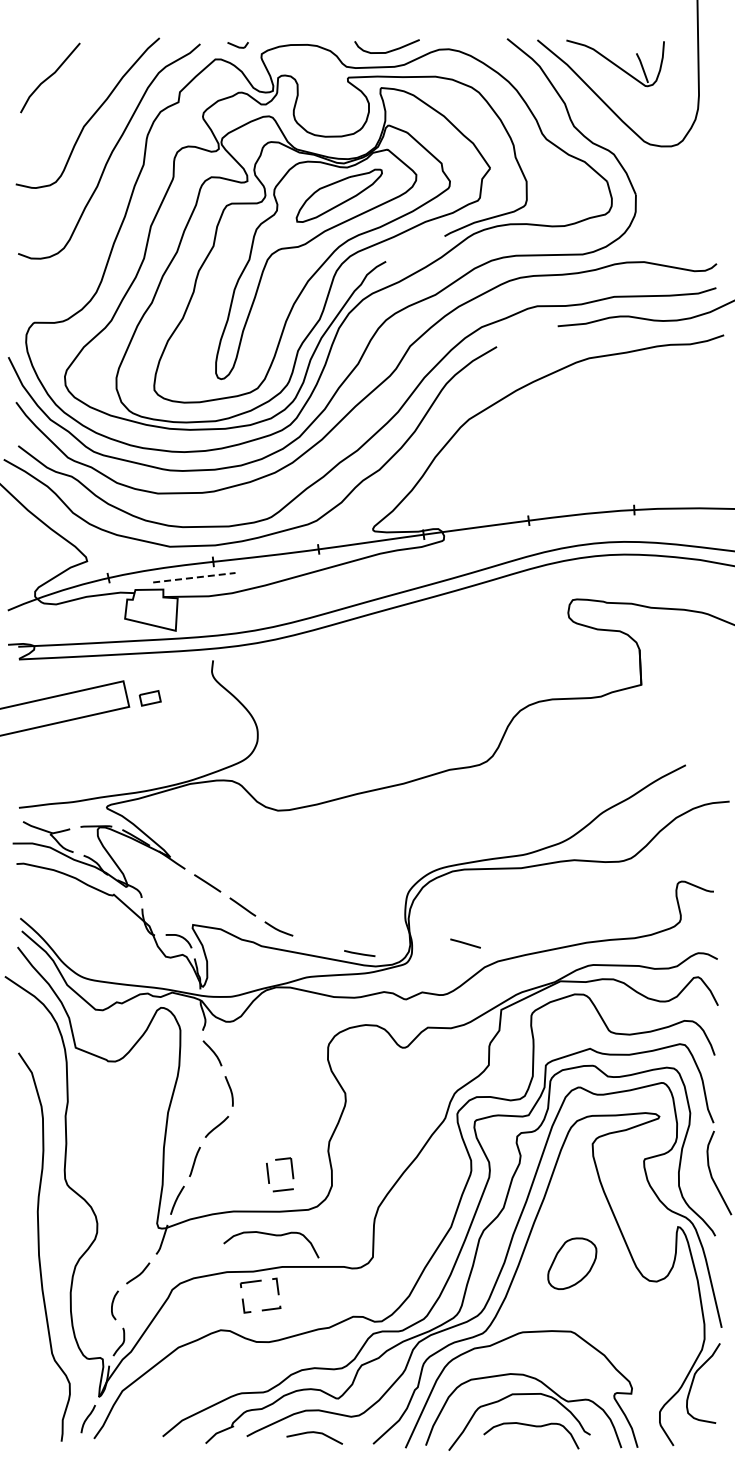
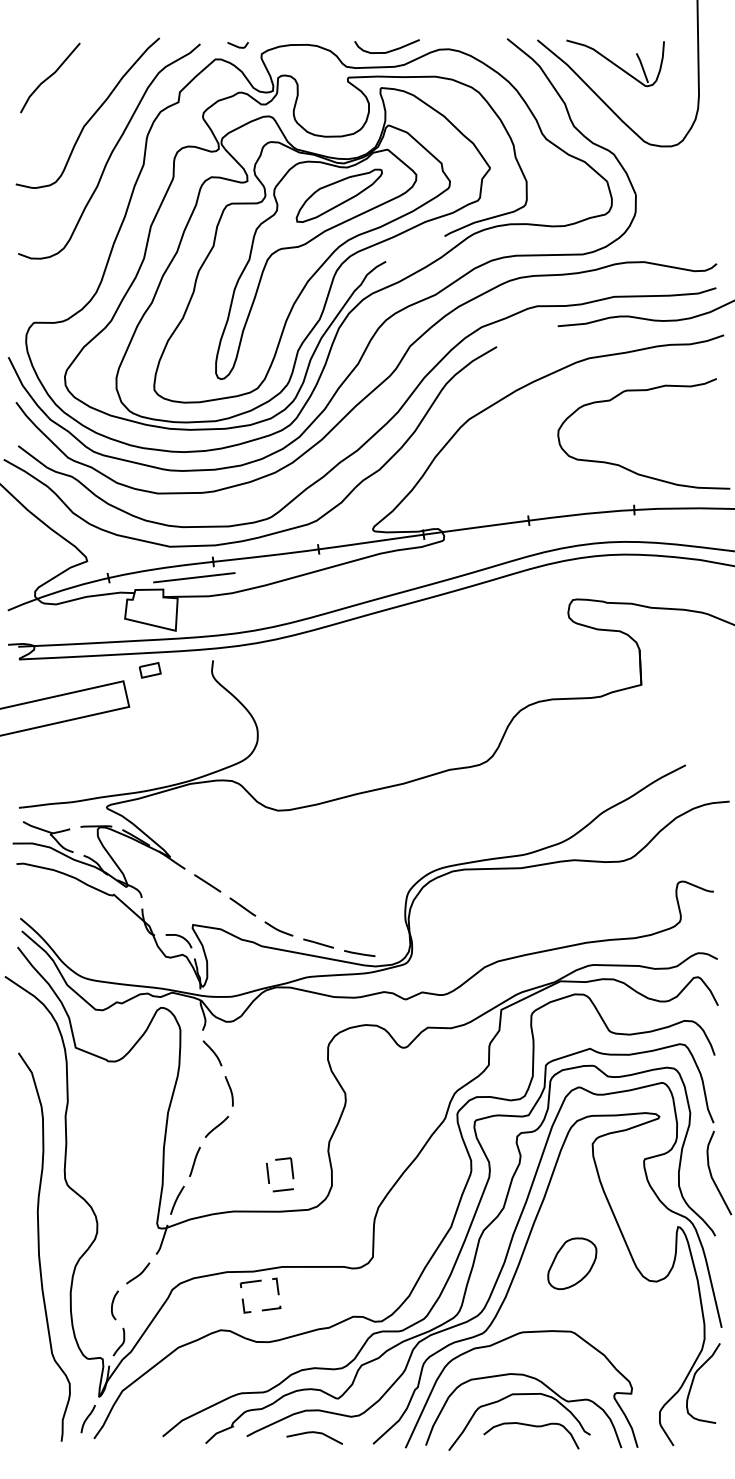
curve at (626, 467): none -> present
line at (194, 577): dashed -> solid
part at (149, 698) position: (149, 698) -> (149, 670)
line at (465, 943) position: (465, 943) -> (318, 943)
curve at (275, 1236): present -> none
